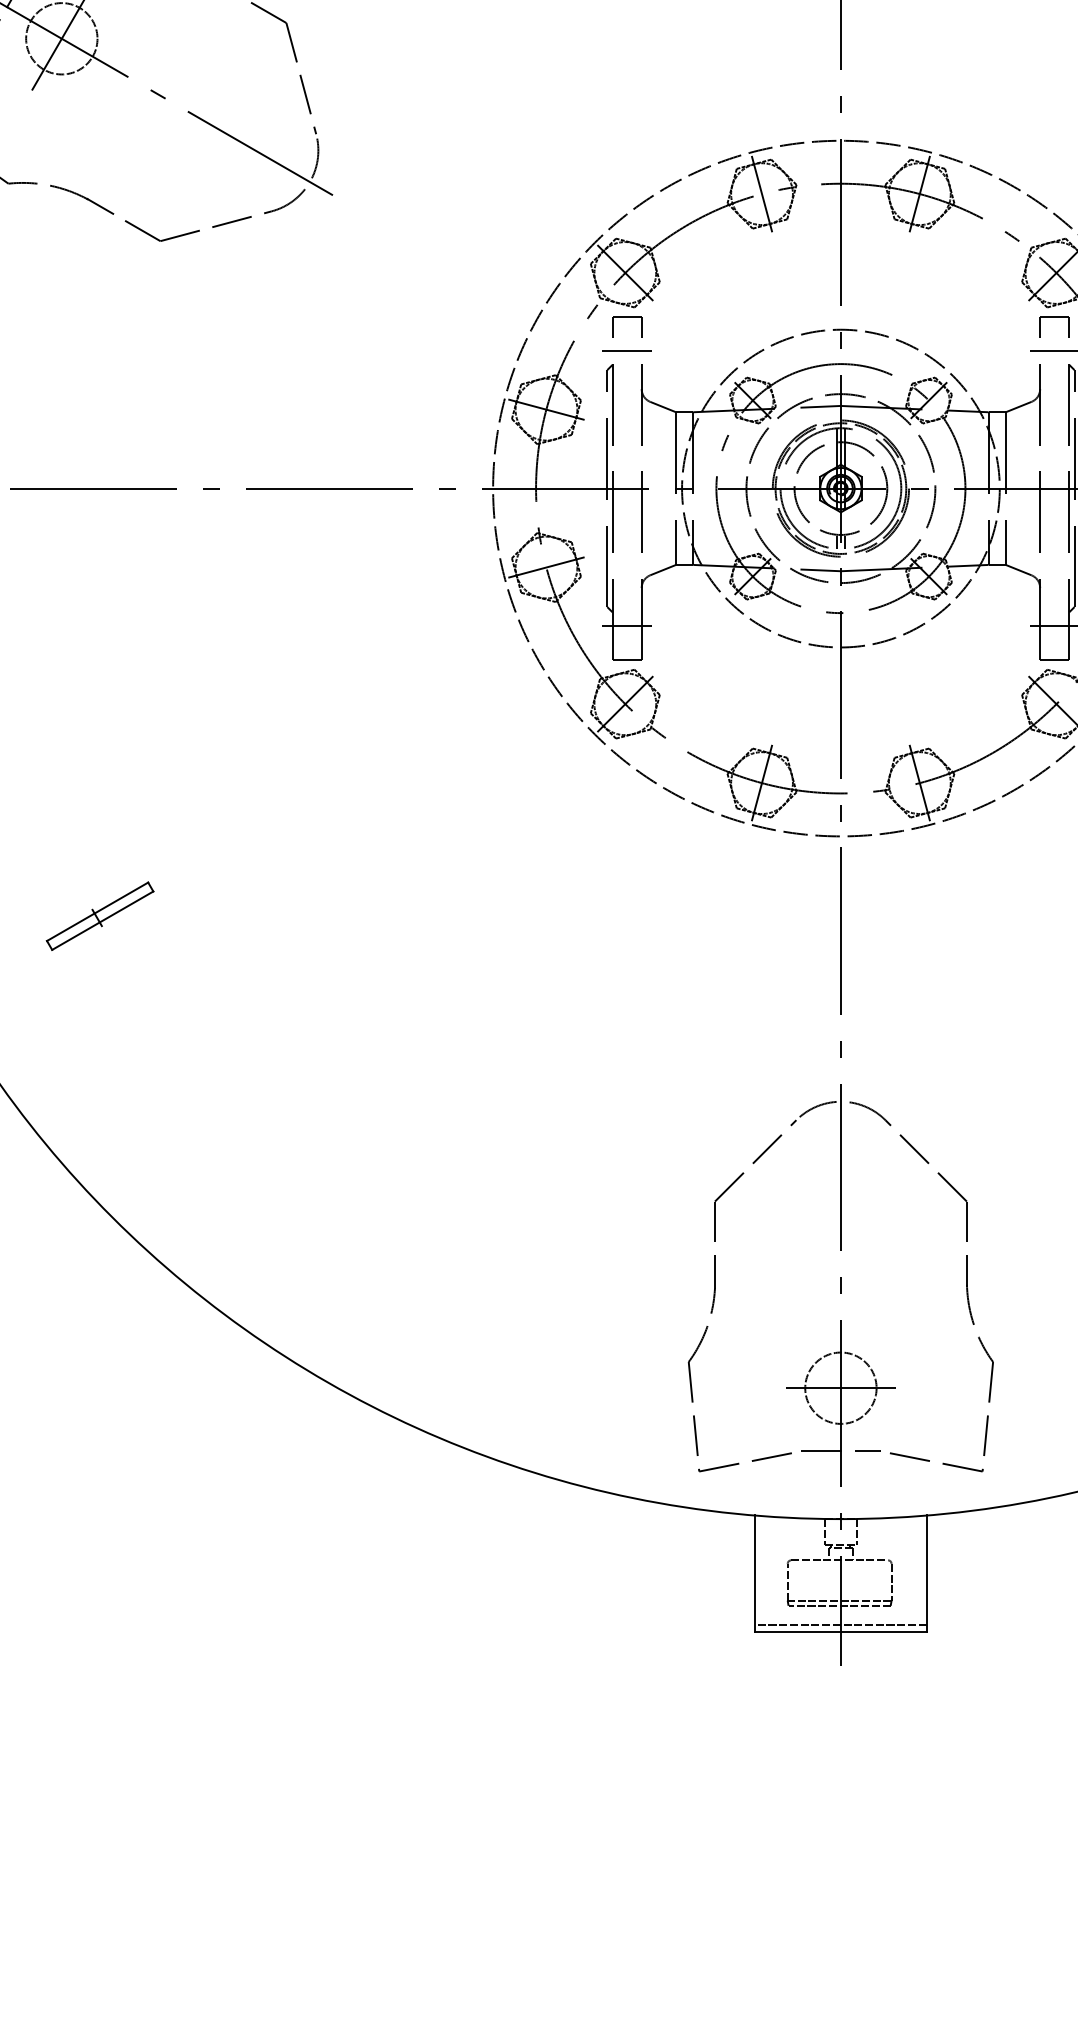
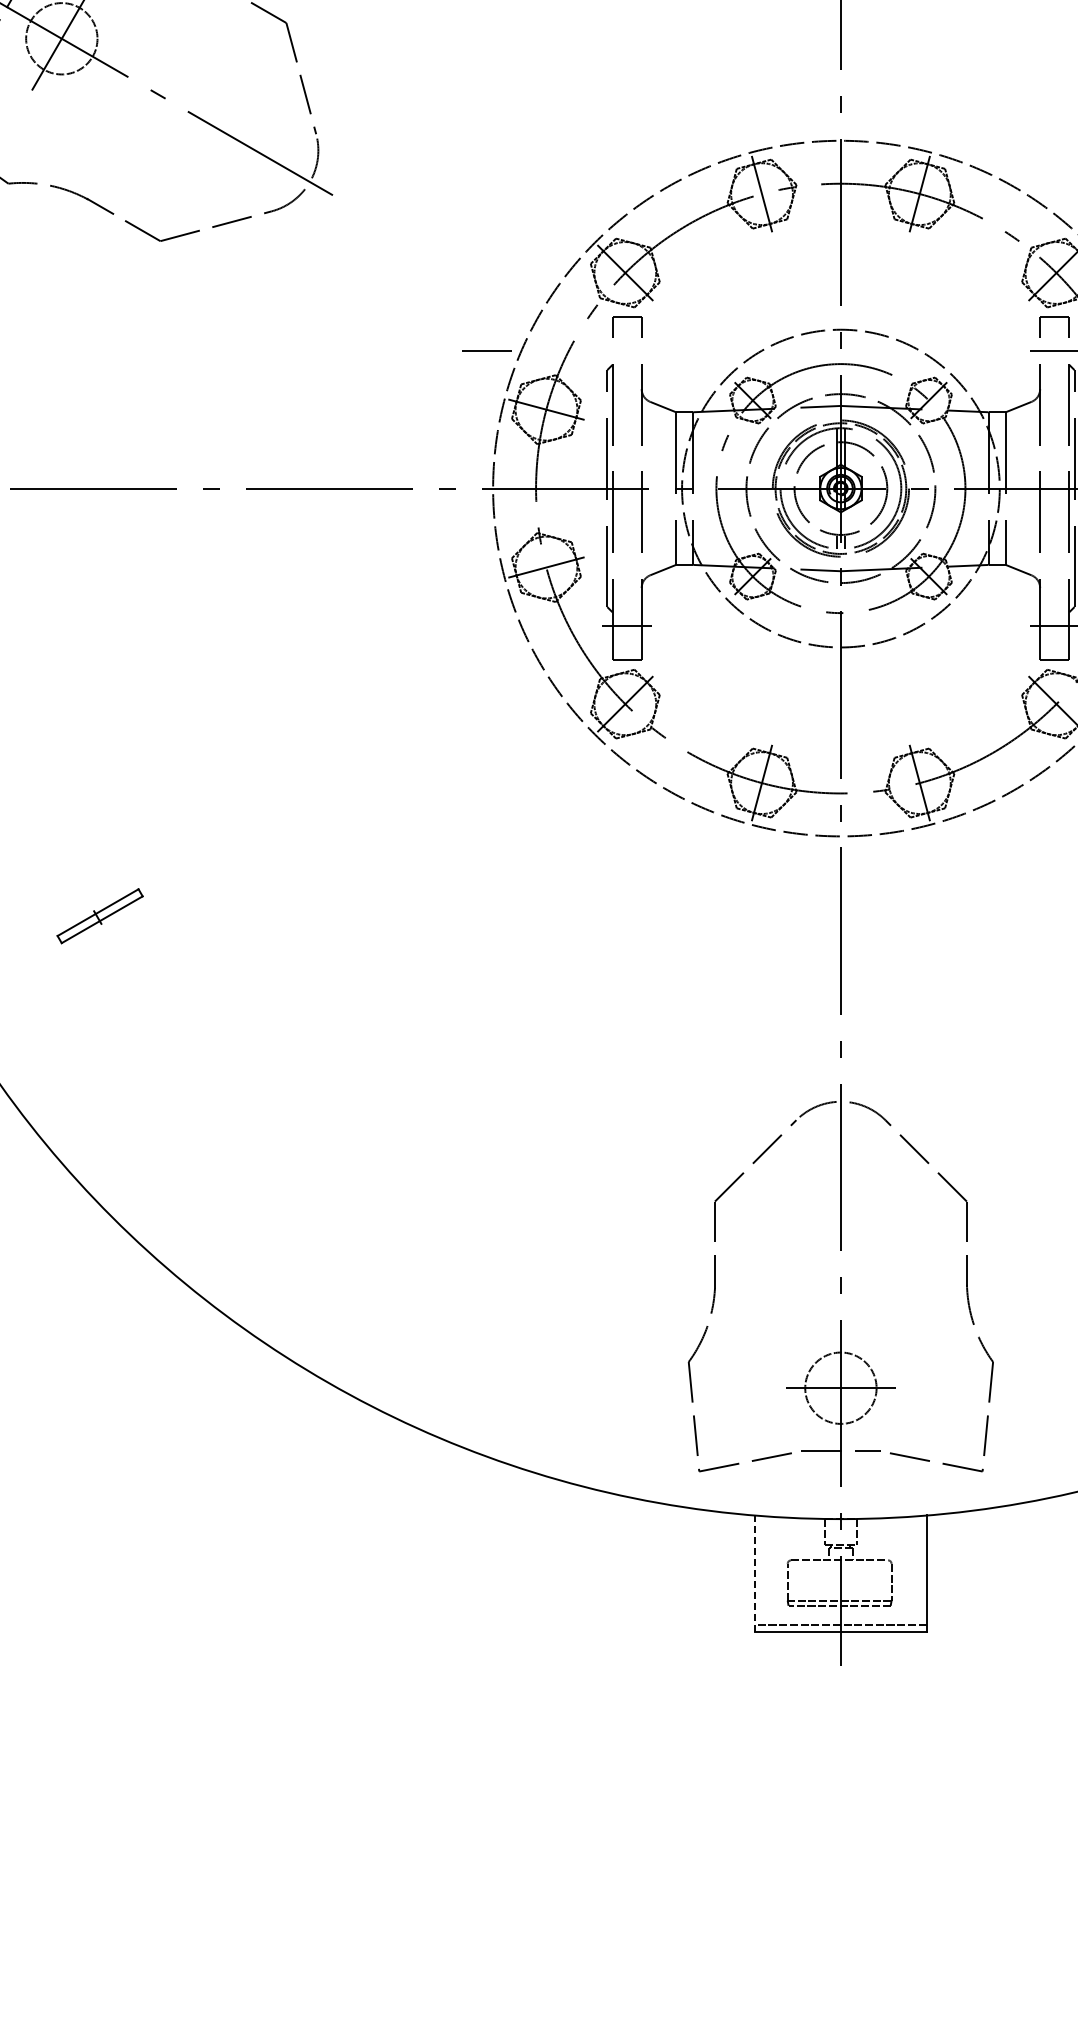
line at (626, 350) position: (626, 350) -> (486, 350)
part at (99, 915) size: 110x70 px -> 88x57 px
line at (755, 1572): solid -> dashed
